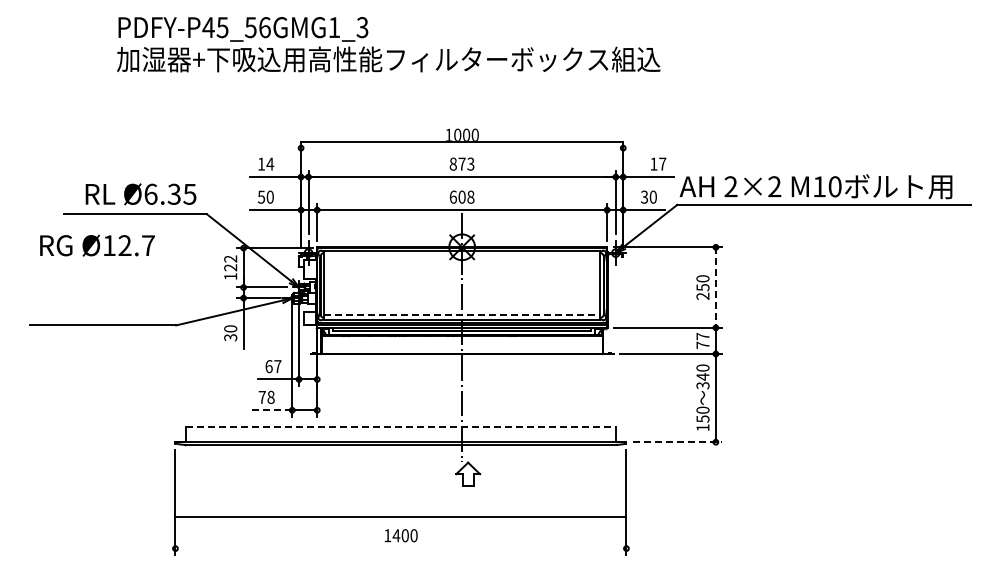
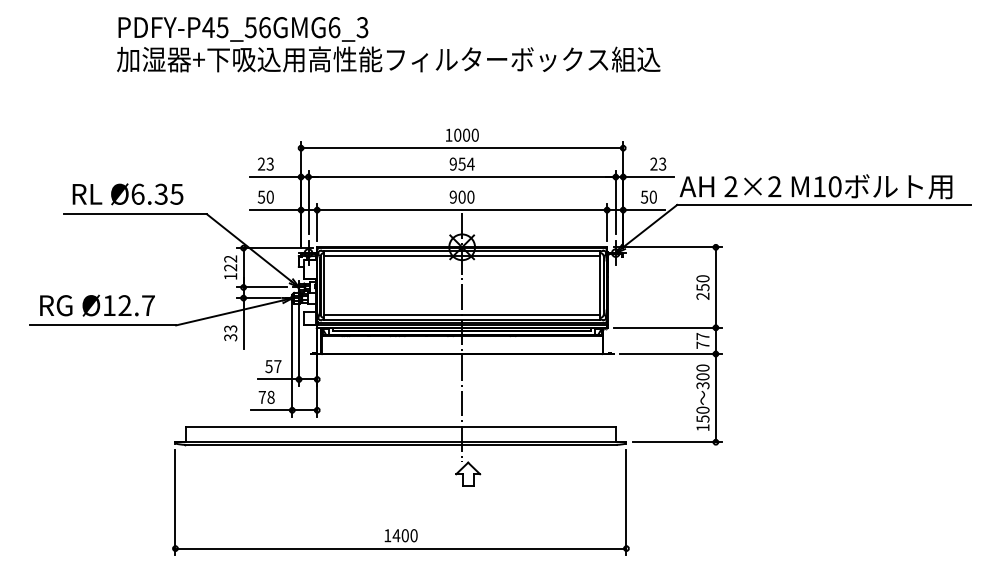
text at (334, 27): PDFY-P45_56GMG1_3 -> PDFY-P45_56GMG6_3
line at (462, 142) position: (462, 142) -> (462, 148)
text at (266, 163): 14 -> 23
text at (461, 163): 873 -> 954
text at (658, 163): 17 -> 23
text at (140, 194) position: (140, 194) -> (127, 194)
text at (461, 196): 608 -> 900
text at (644, 196): 30 -> 50
text at (97, 245) position: (97, 245) -> (97, 305)
line at (461, 256): none -> present
line at (715, 288): dashed -> solid
line at (462, 314): dashed -> solid
text at (230, 328): 30 -> 33
text at (268, 366): 67 -> 57
text at (702, 376): 340 -> 300
line at (271, 410): dashed -> solid
line at (401, 427): dashed -> solid
line at (677, 442): dashed -> solid
line at (400, 516) position: (400, 516) -> (400, 548)
